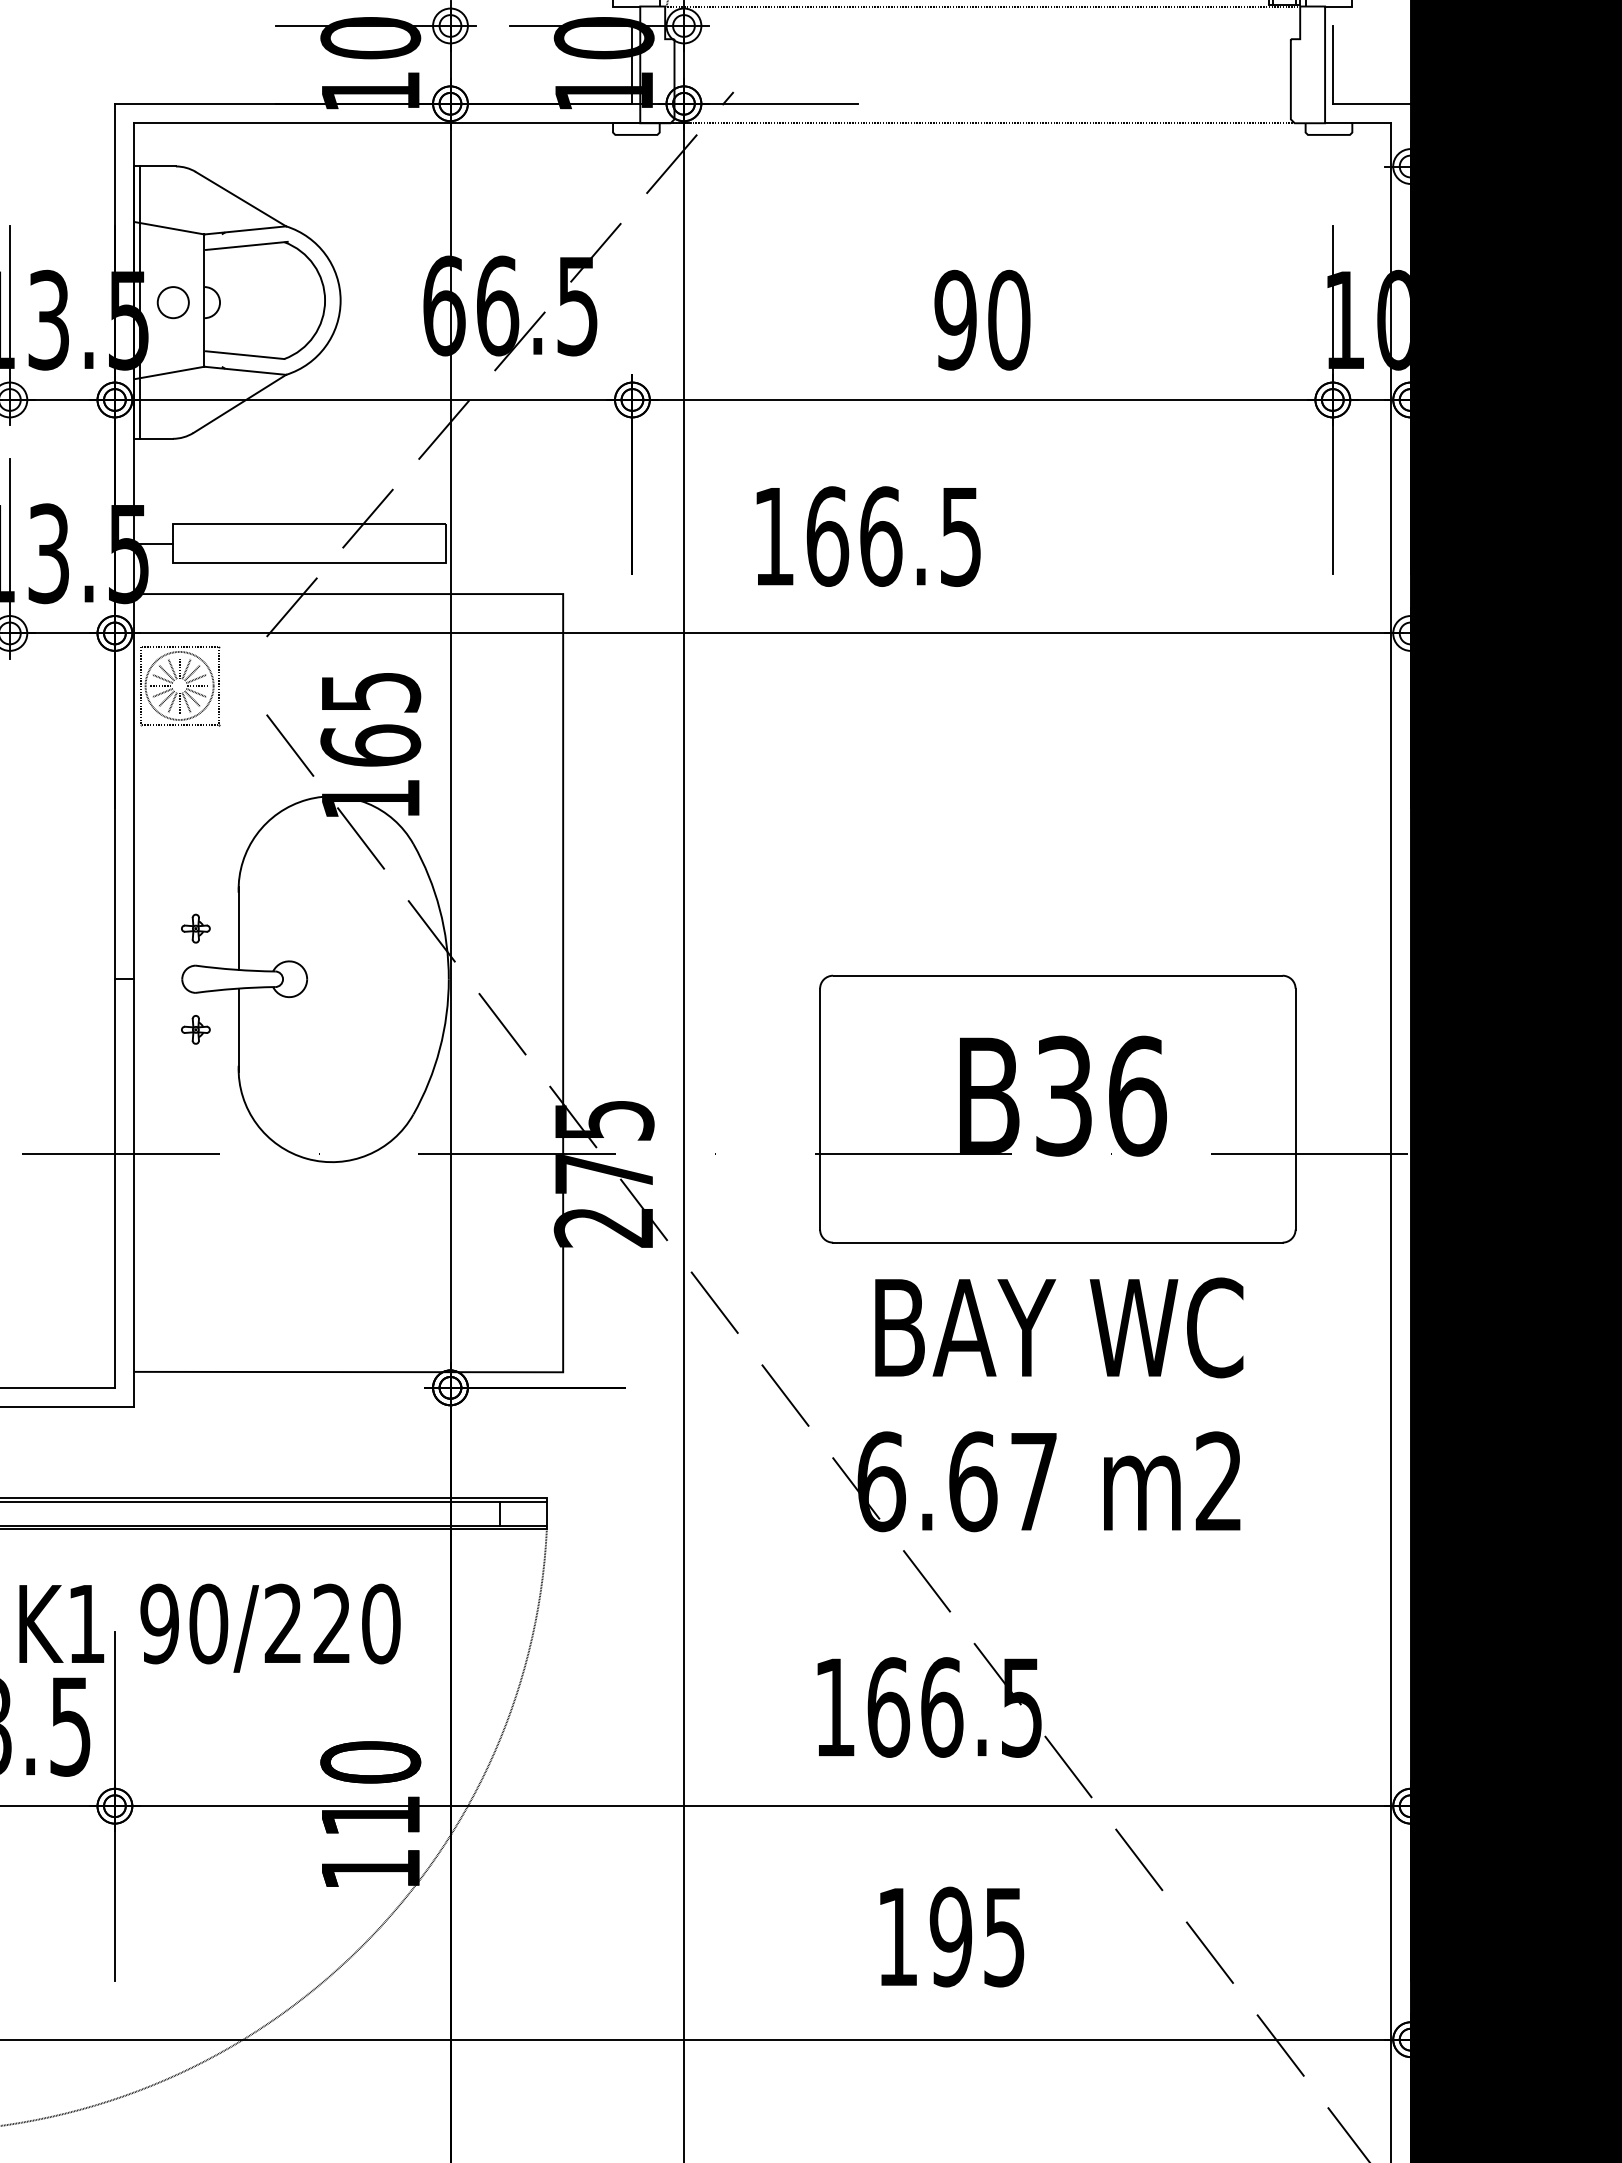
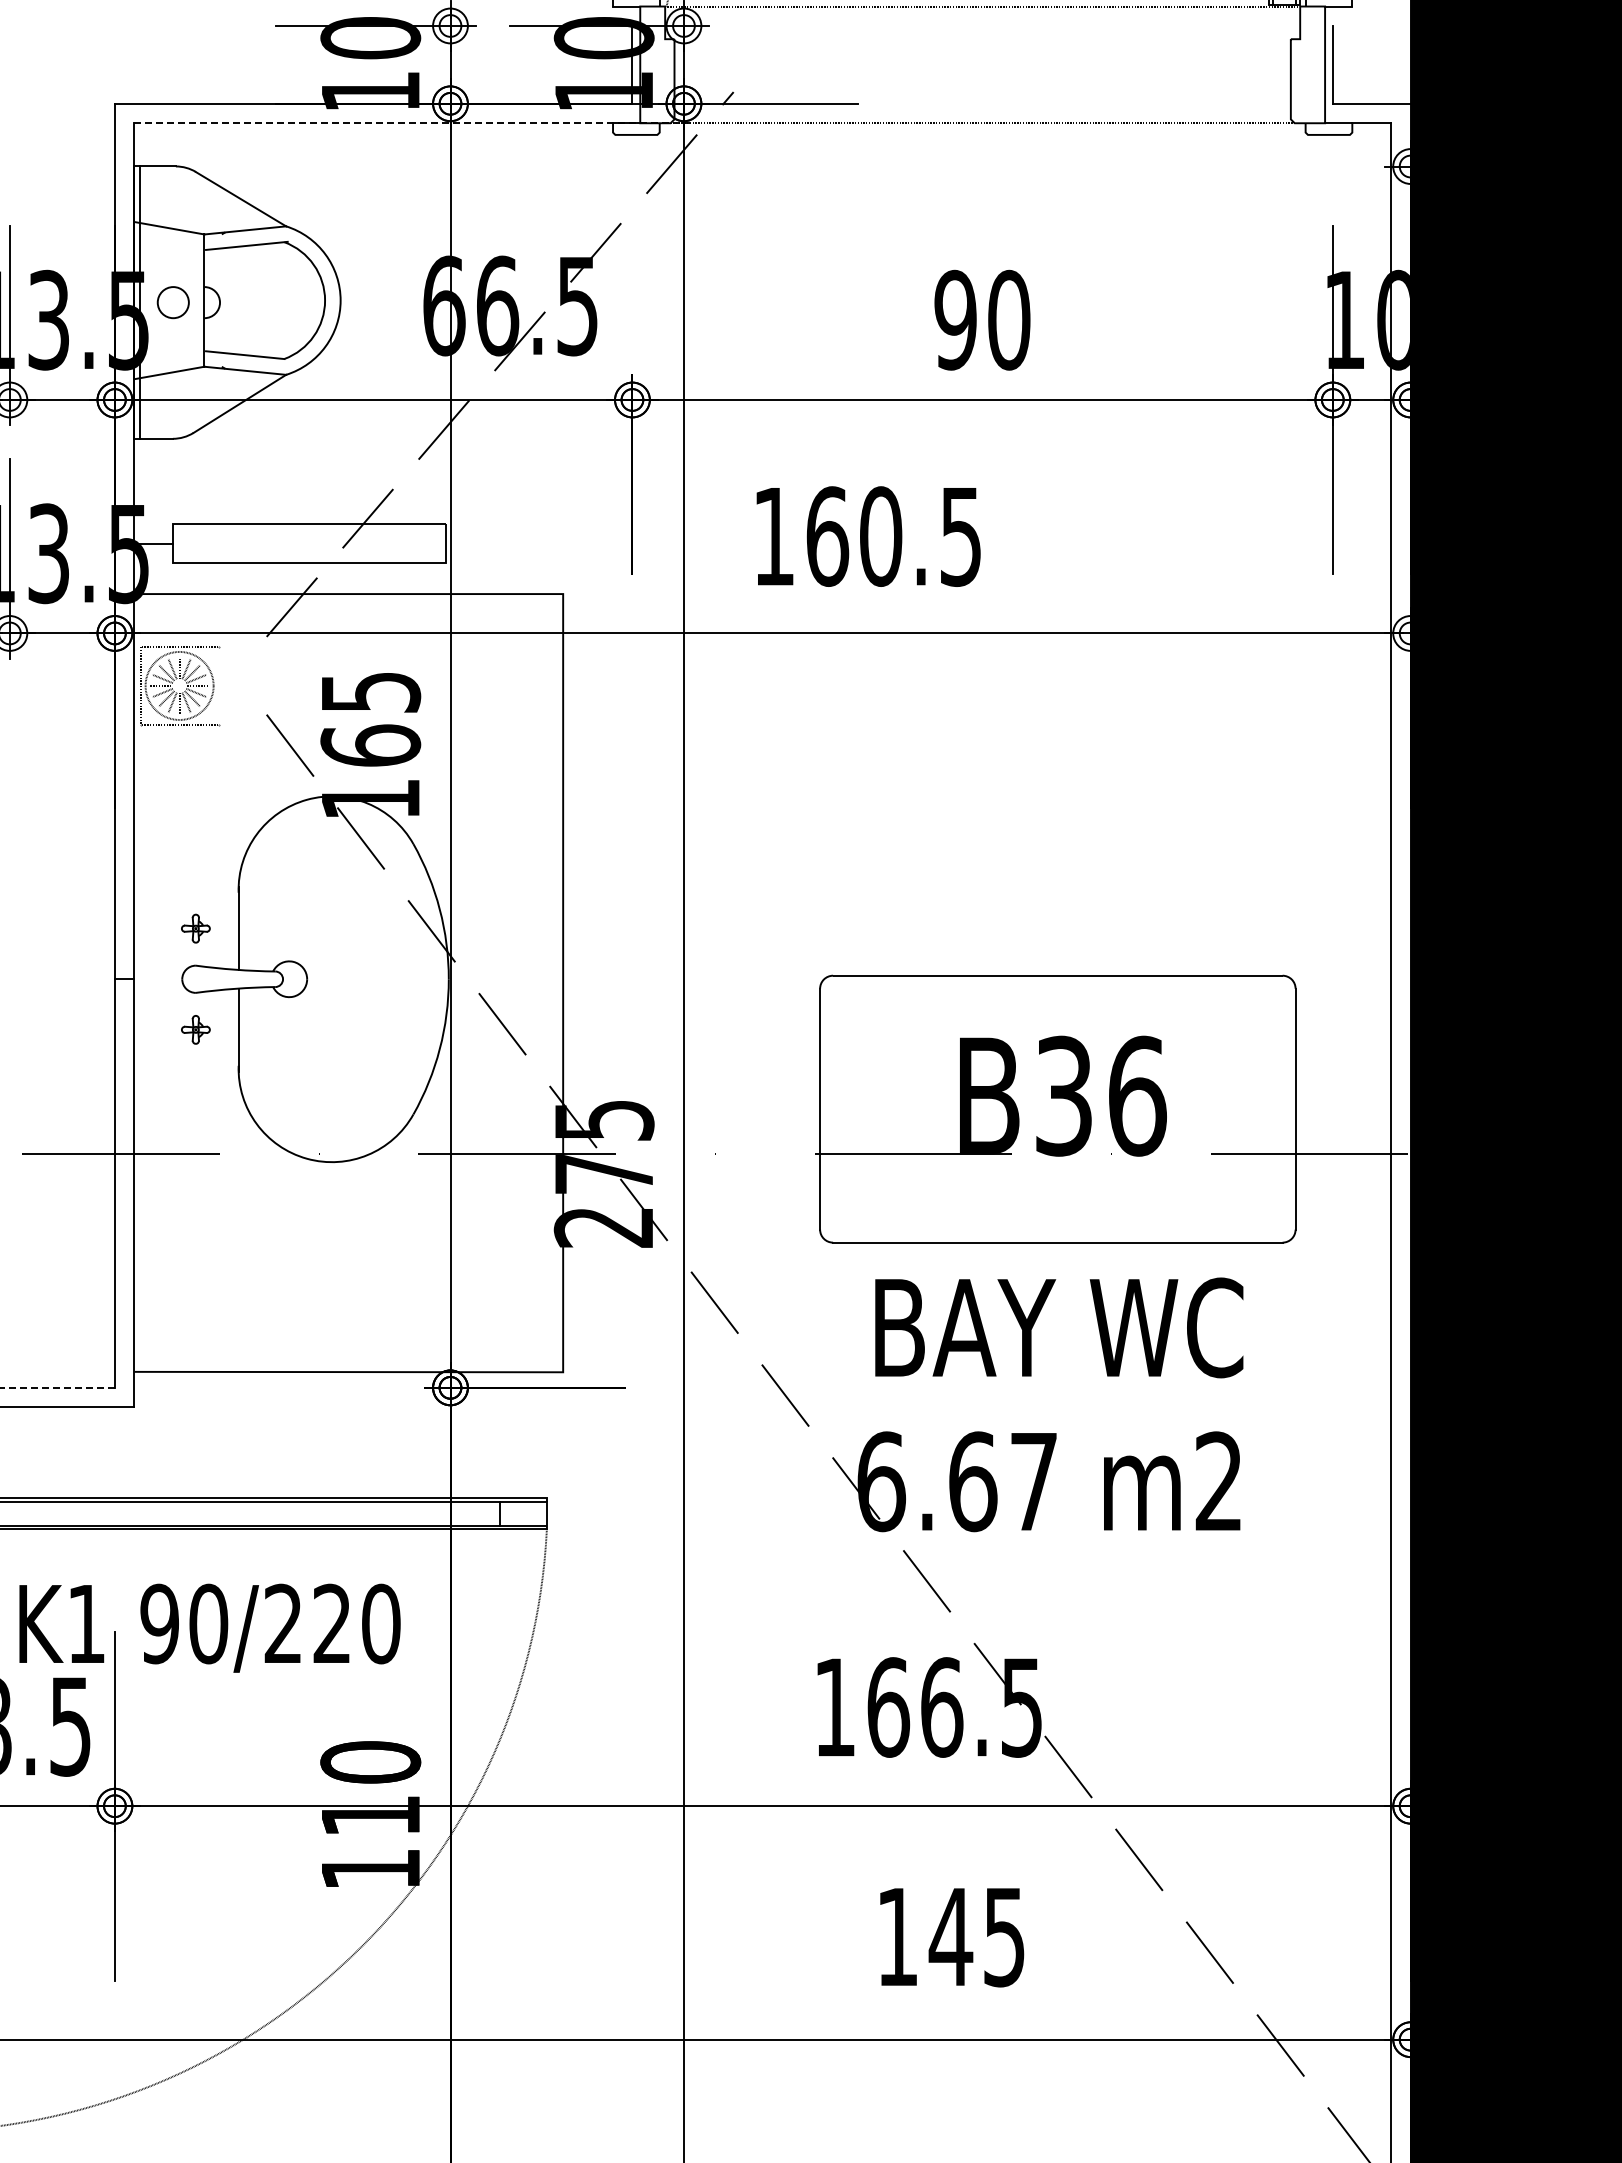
line at (413, 123): solid -> dashed
text at (881, 536): 166.5 -> 160.5
line at (218, 685): present -> none
line at (57, 1387): solid -> dashed
text at (950, 1936): 195 -> 145
